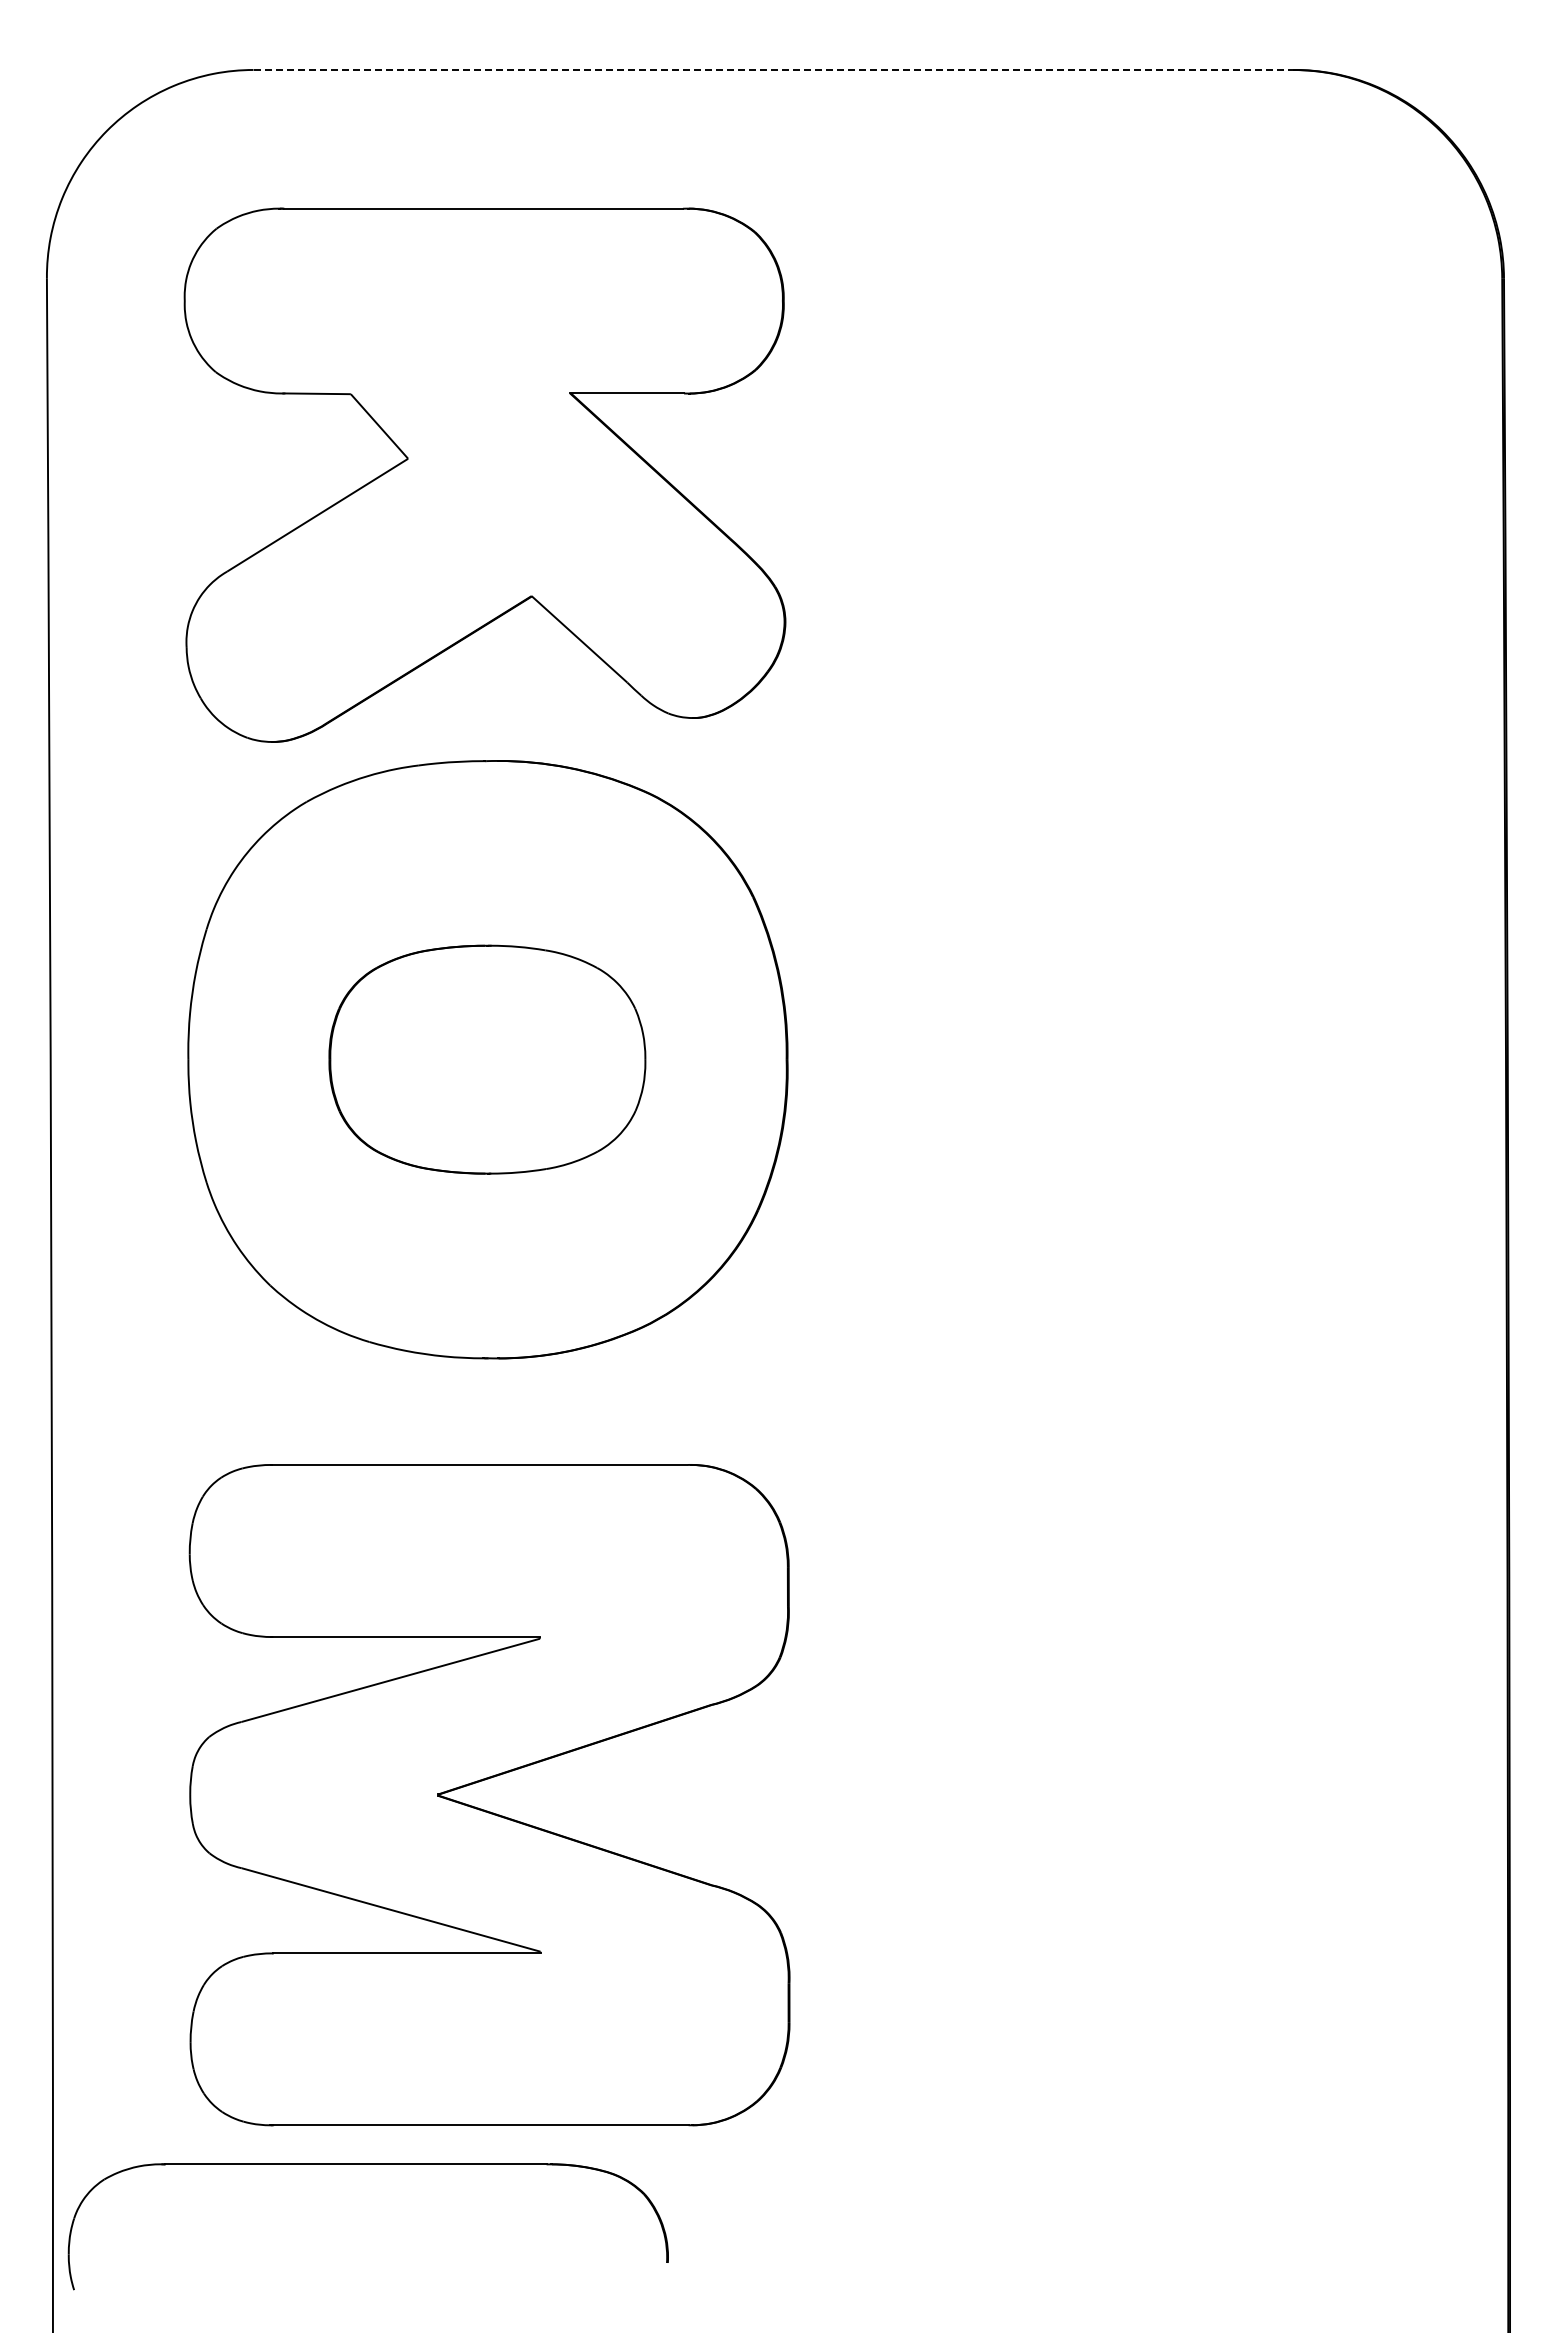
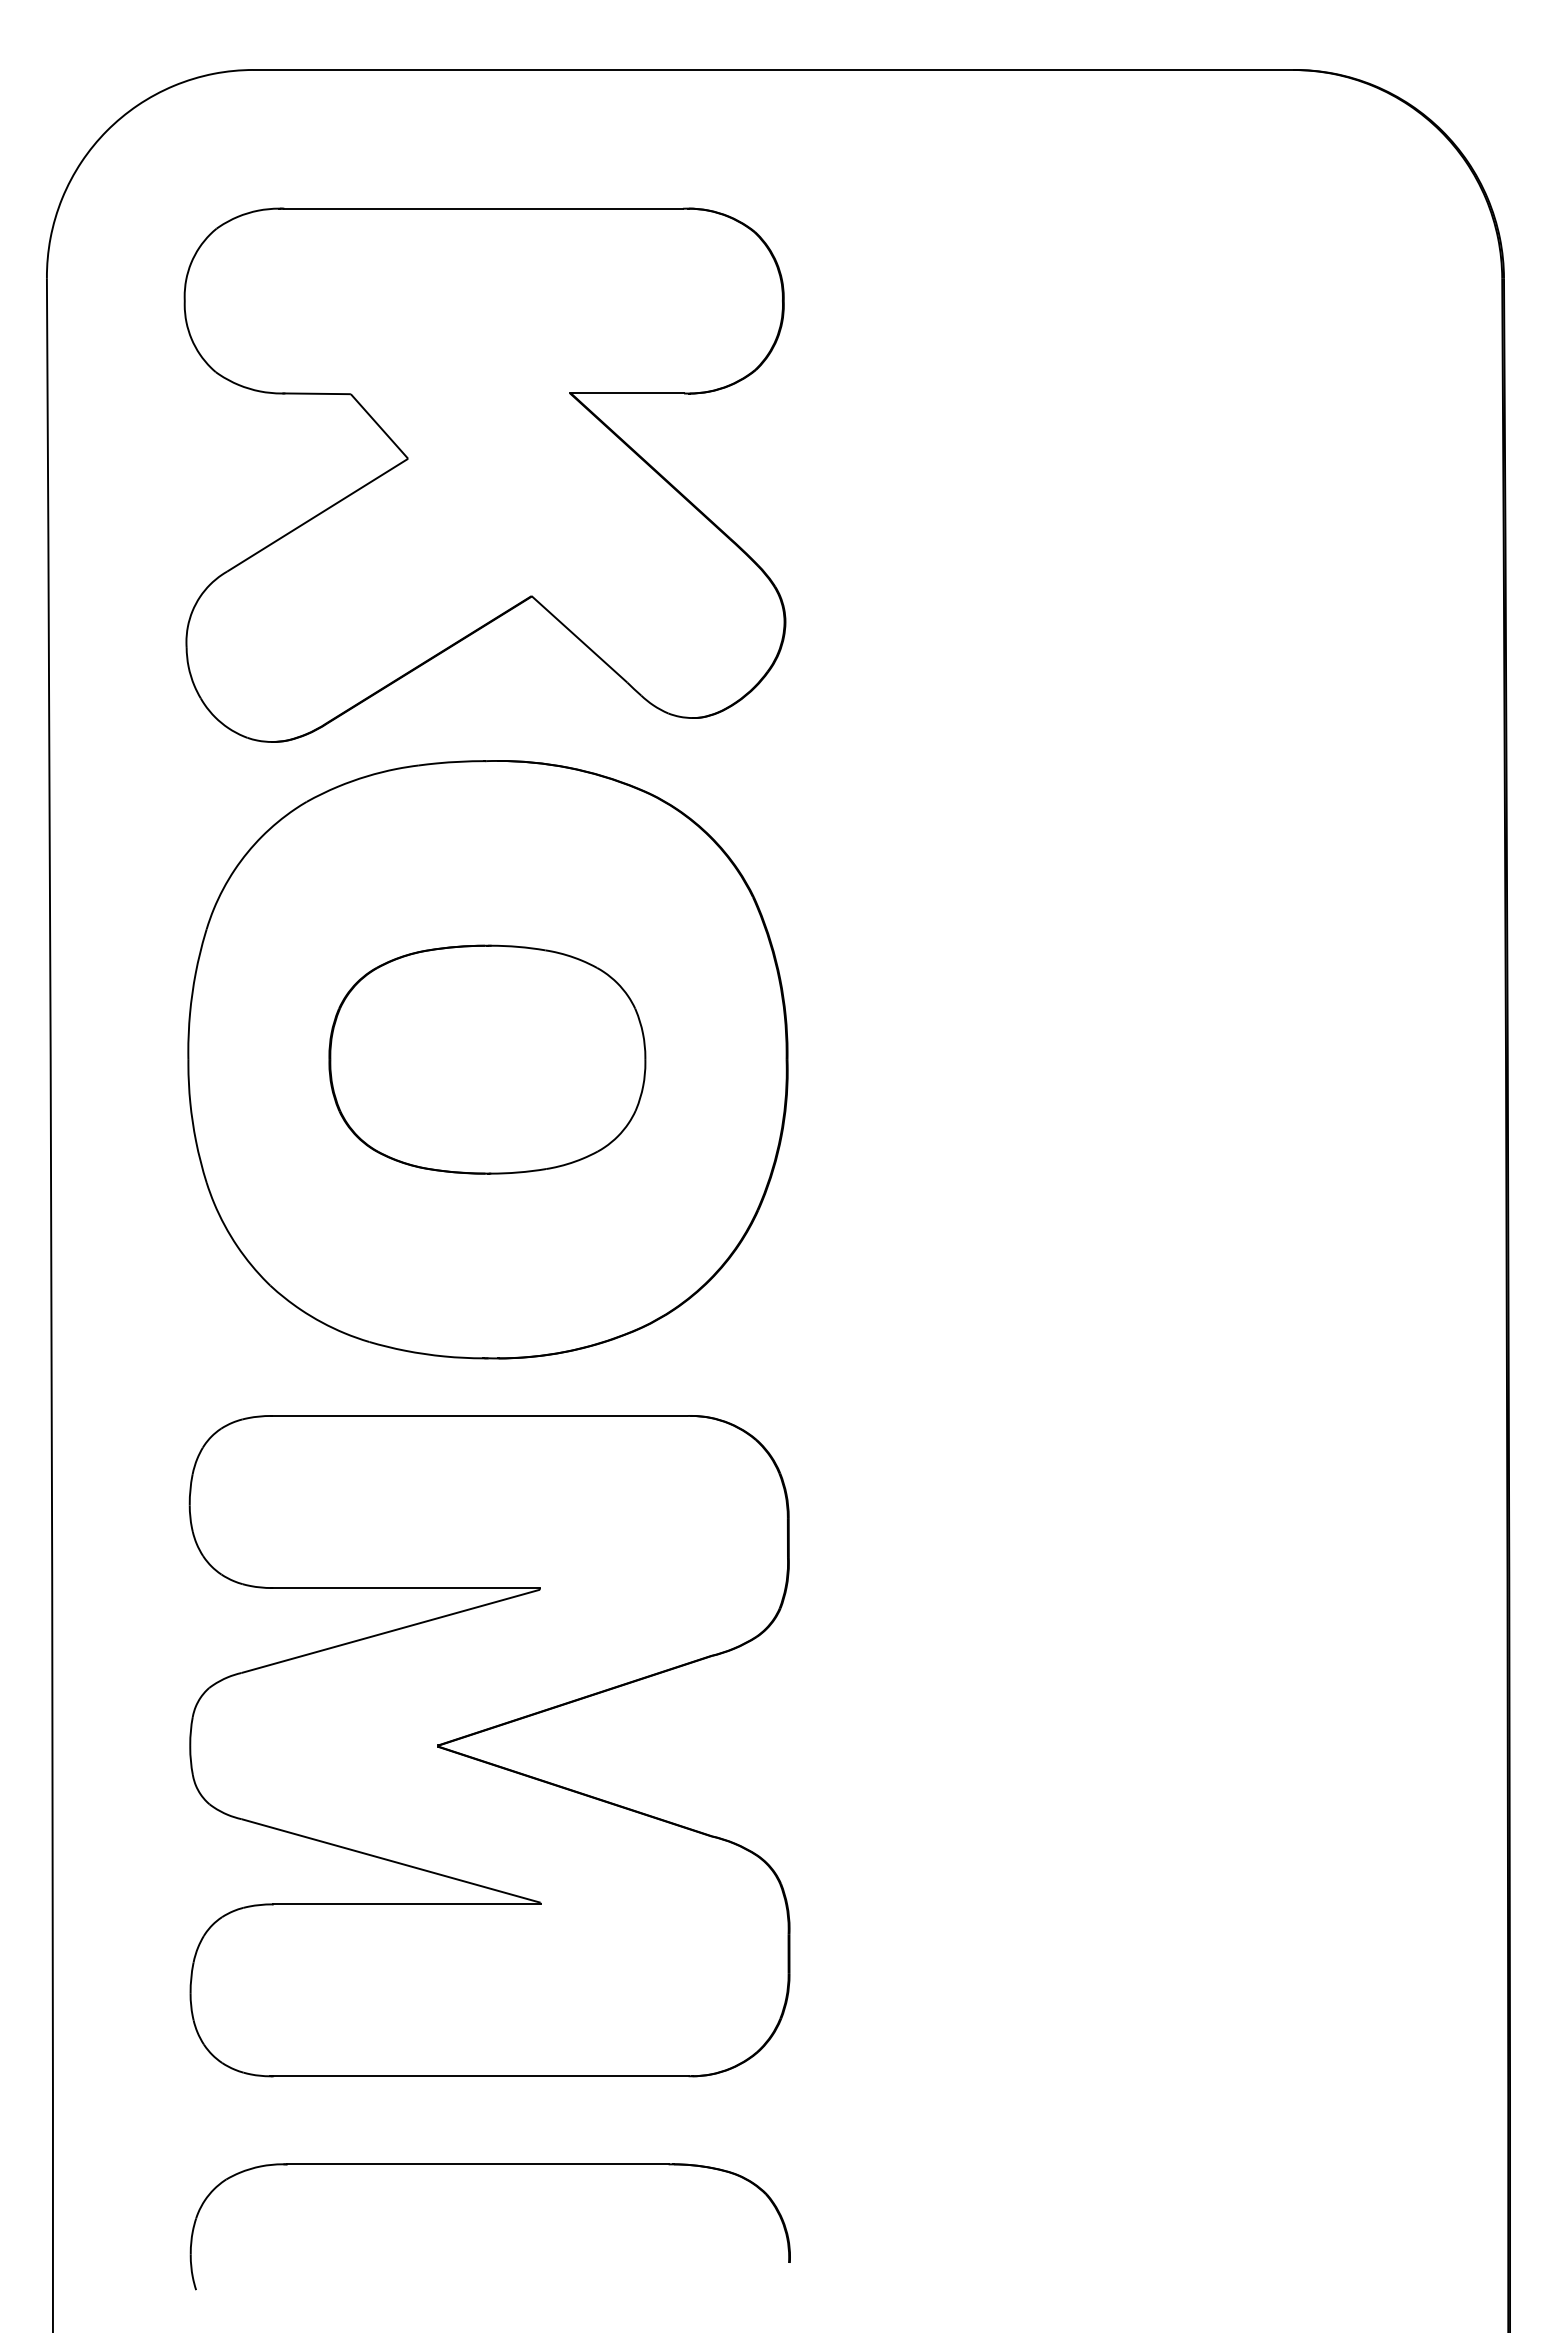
line at (774, 69): dashed -> solid
part at (484, 1809) position: (484, 1809) -> (484, 1760)
part at (367, 2164) position: (367, 2164) -> (489, 2164)
